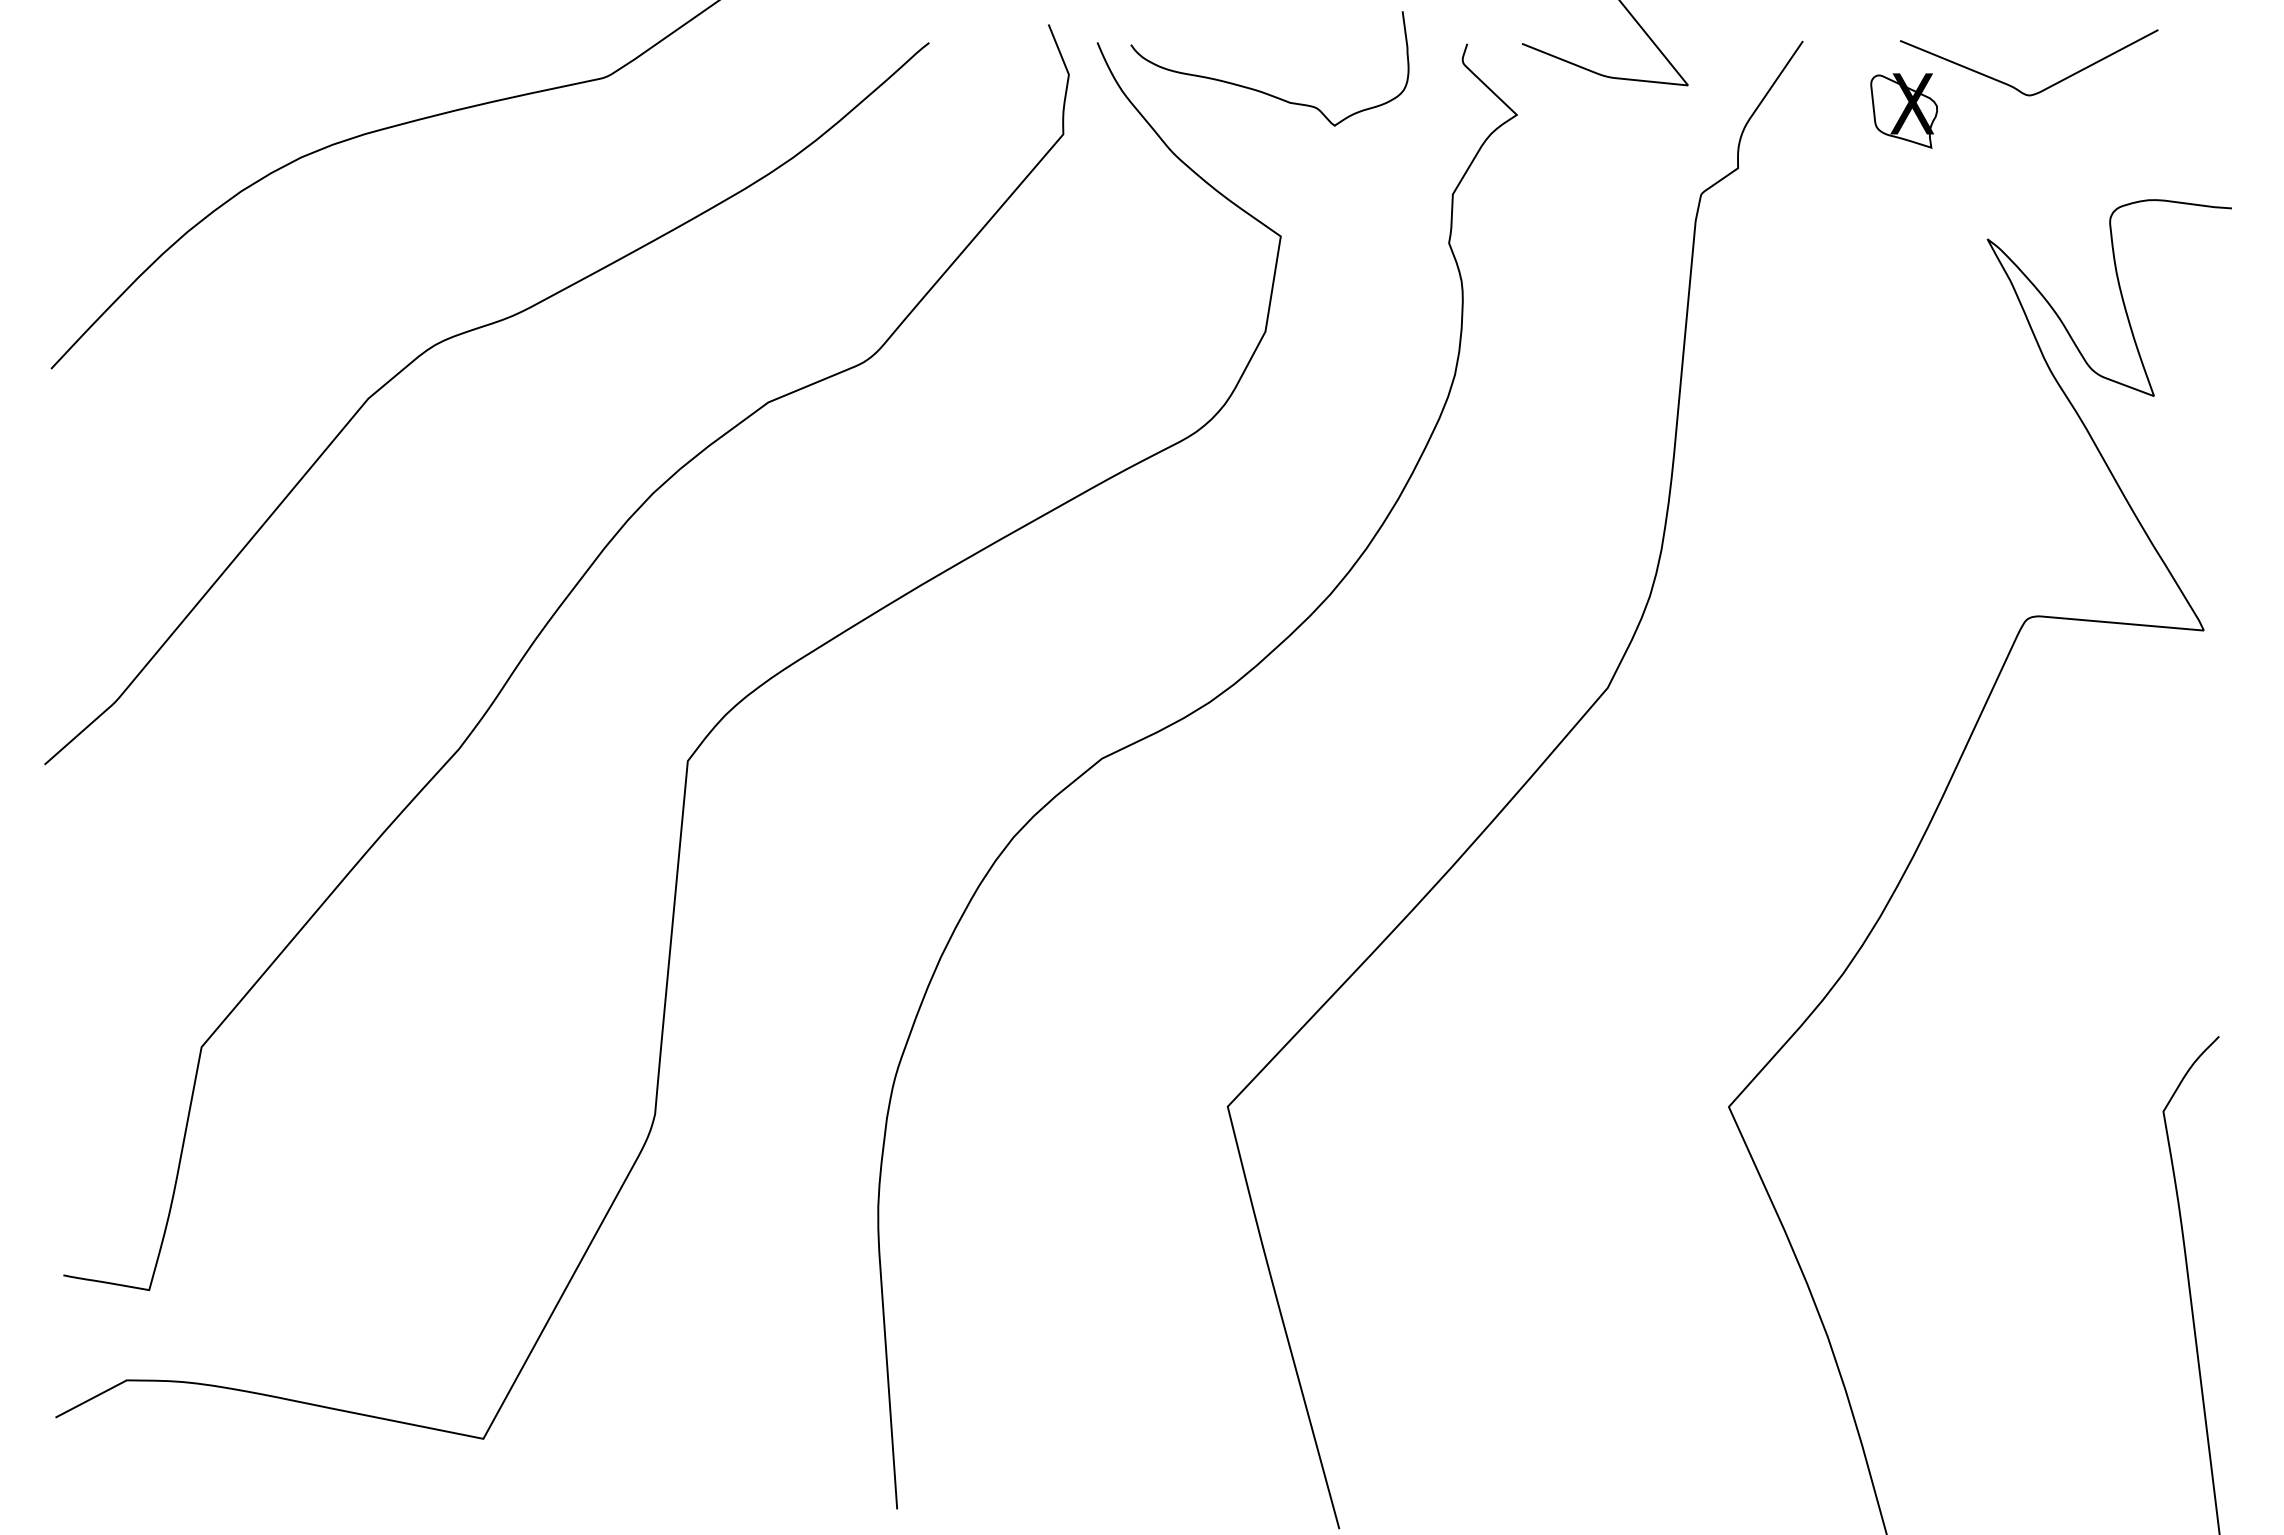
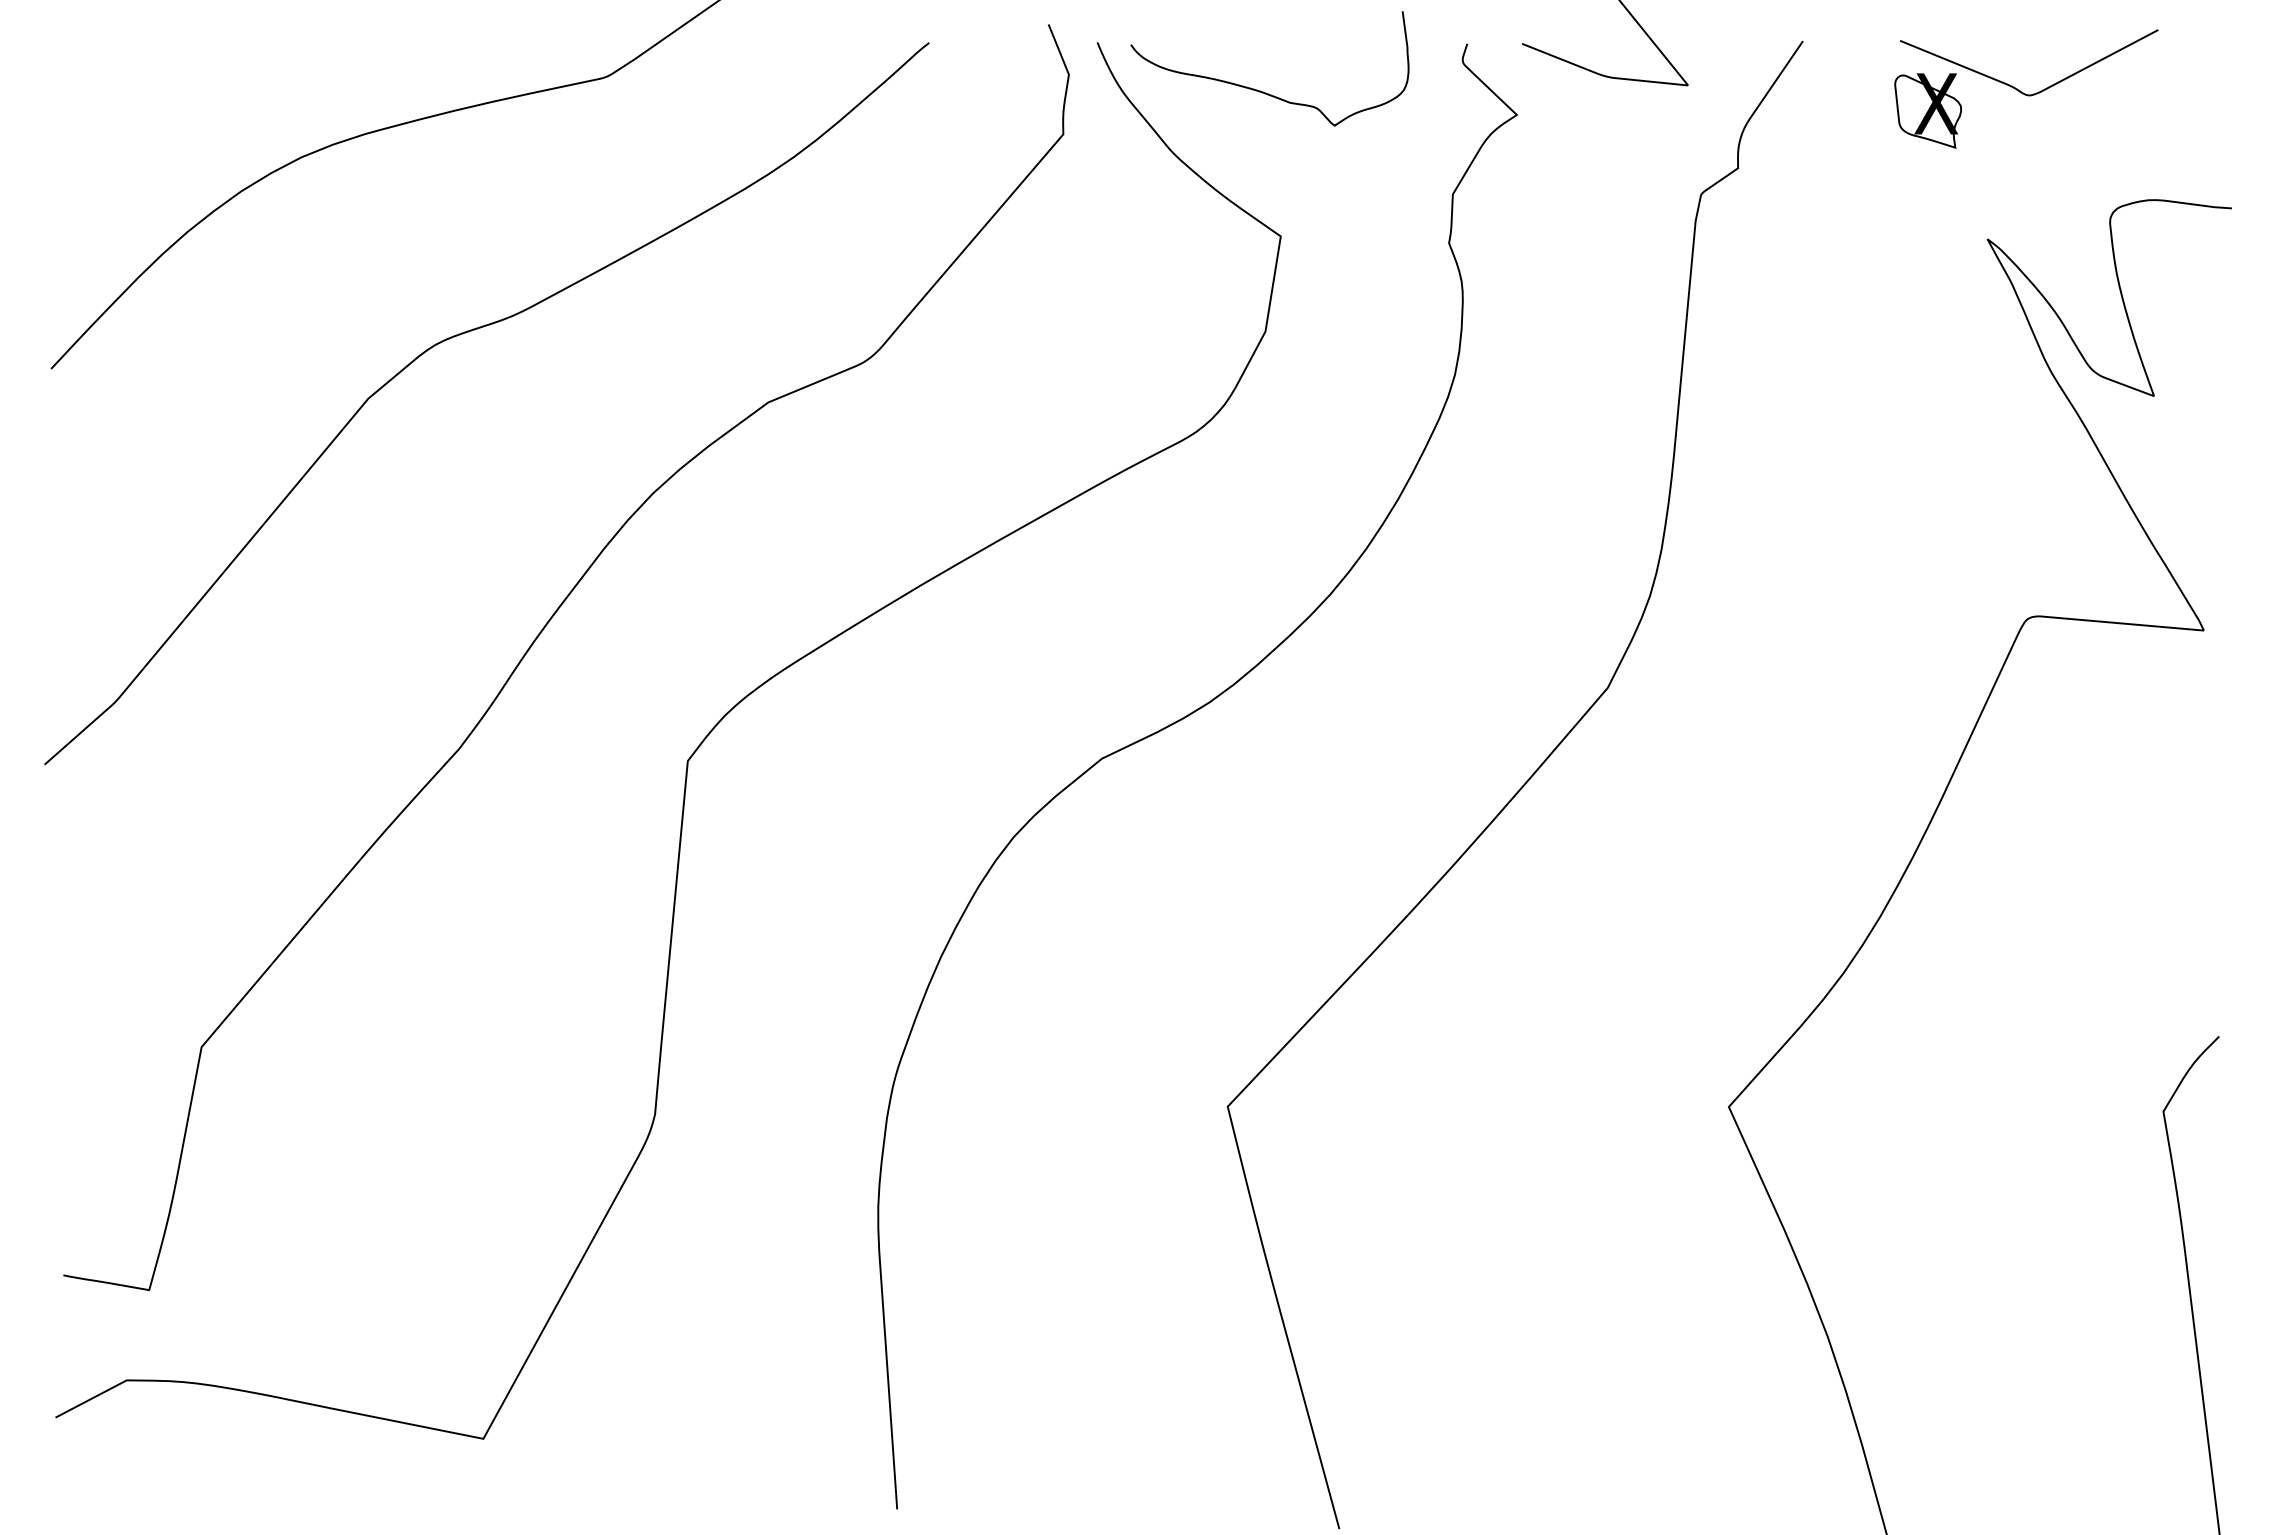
part at (1903, 110) position: (1903, 110) -> (1927, 110)
